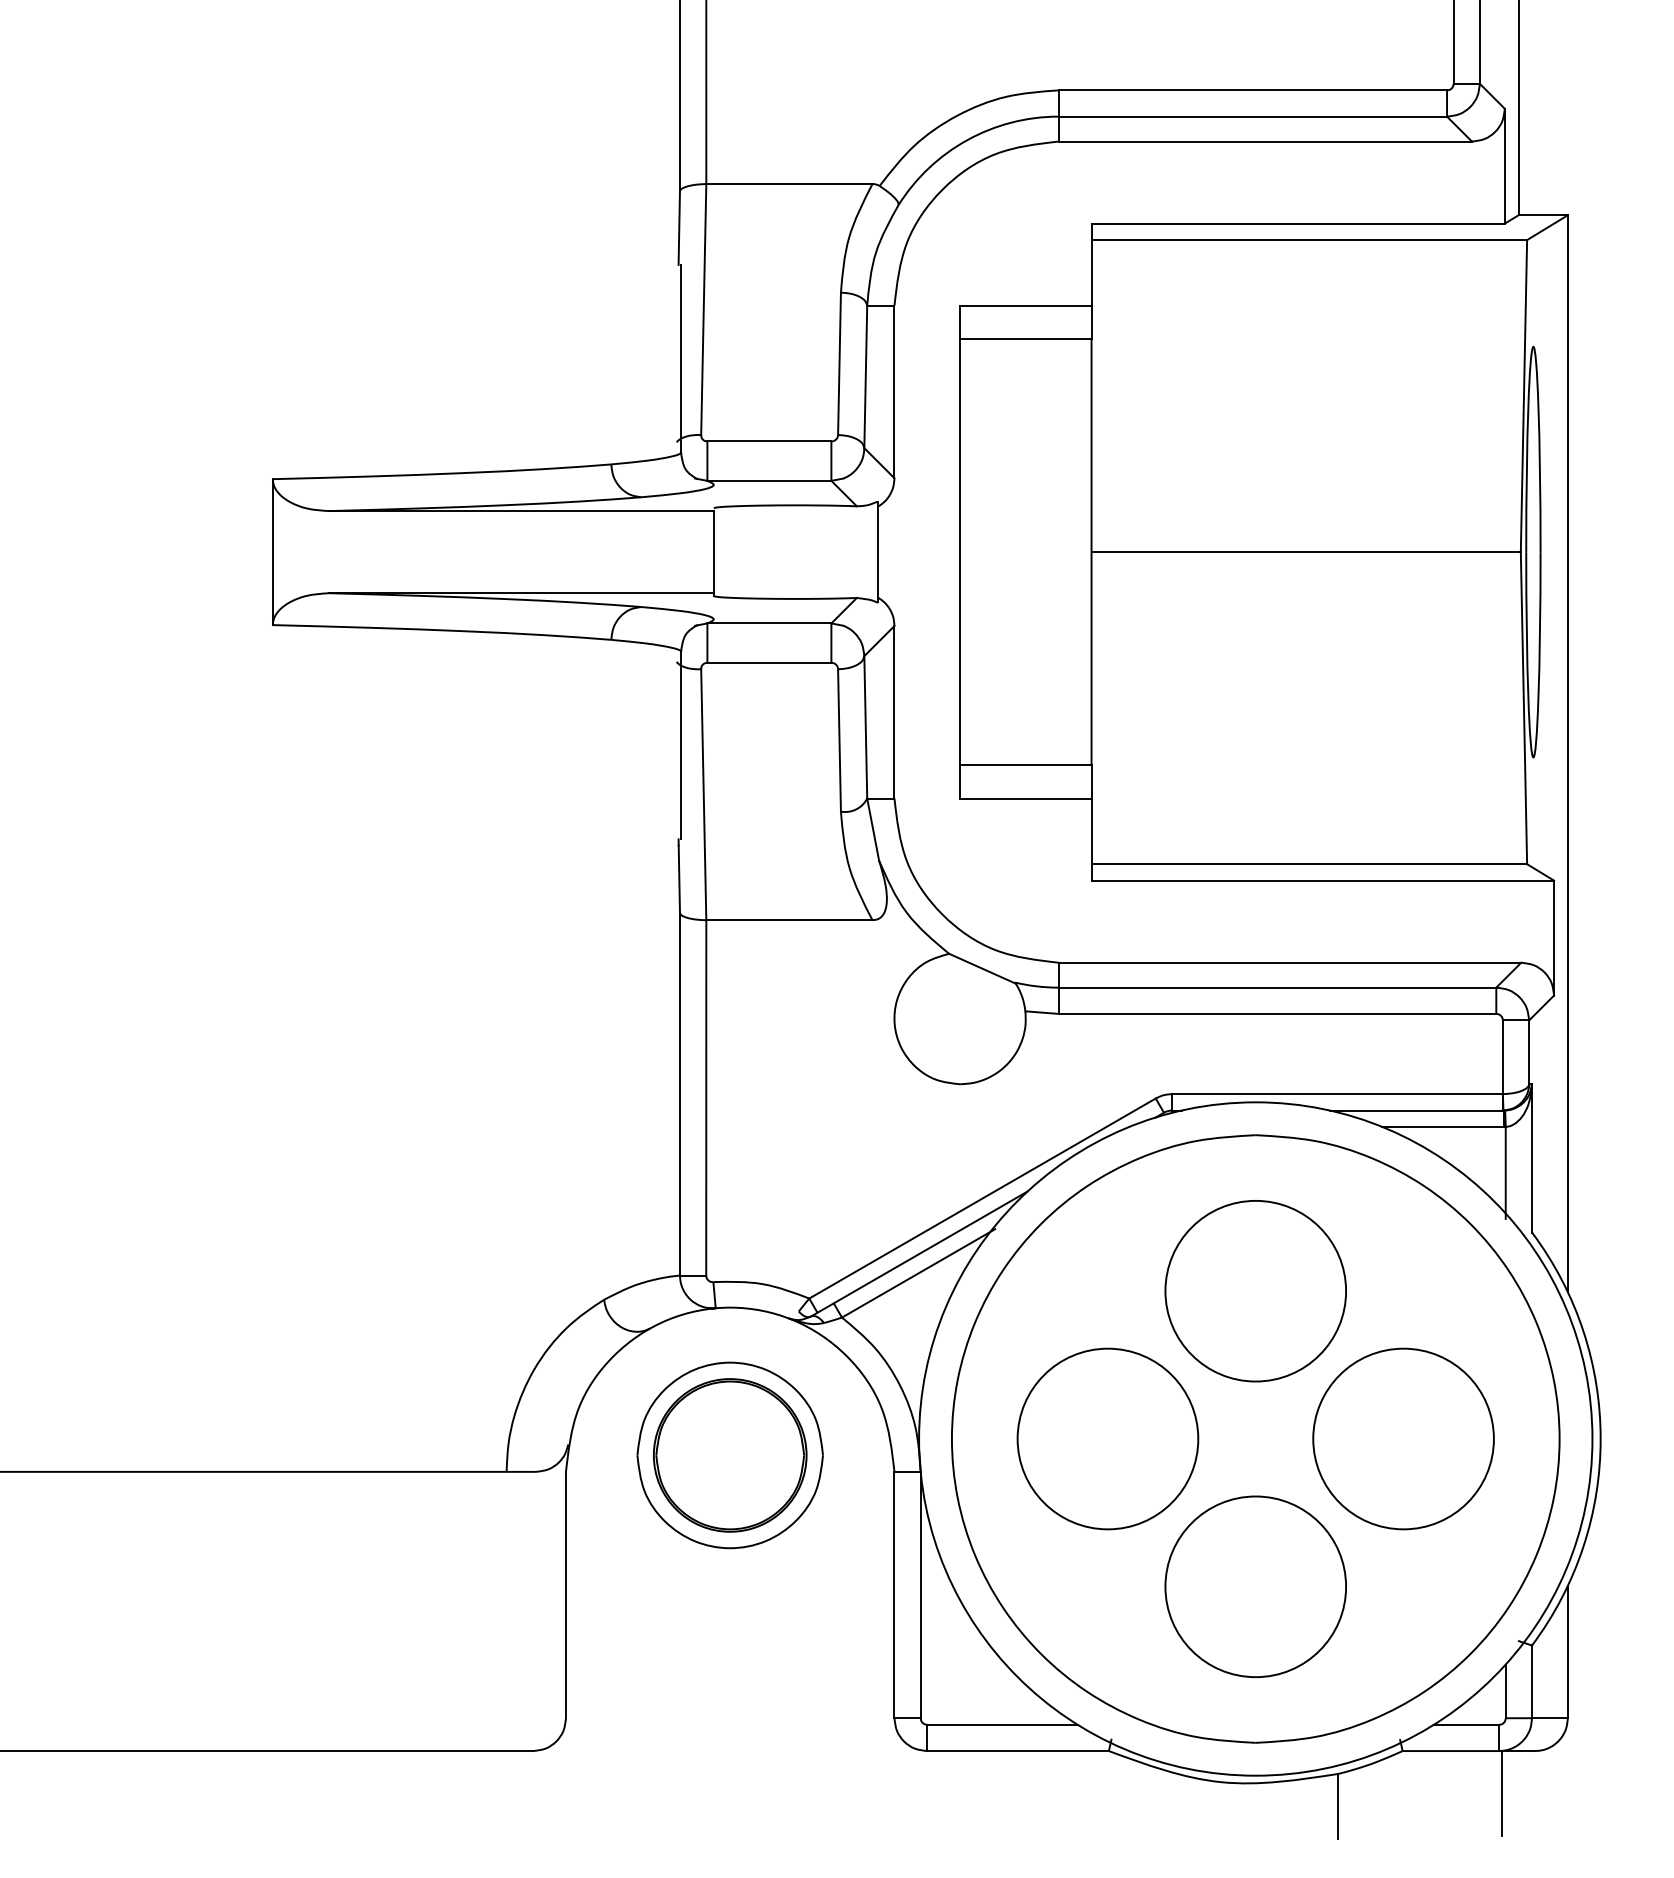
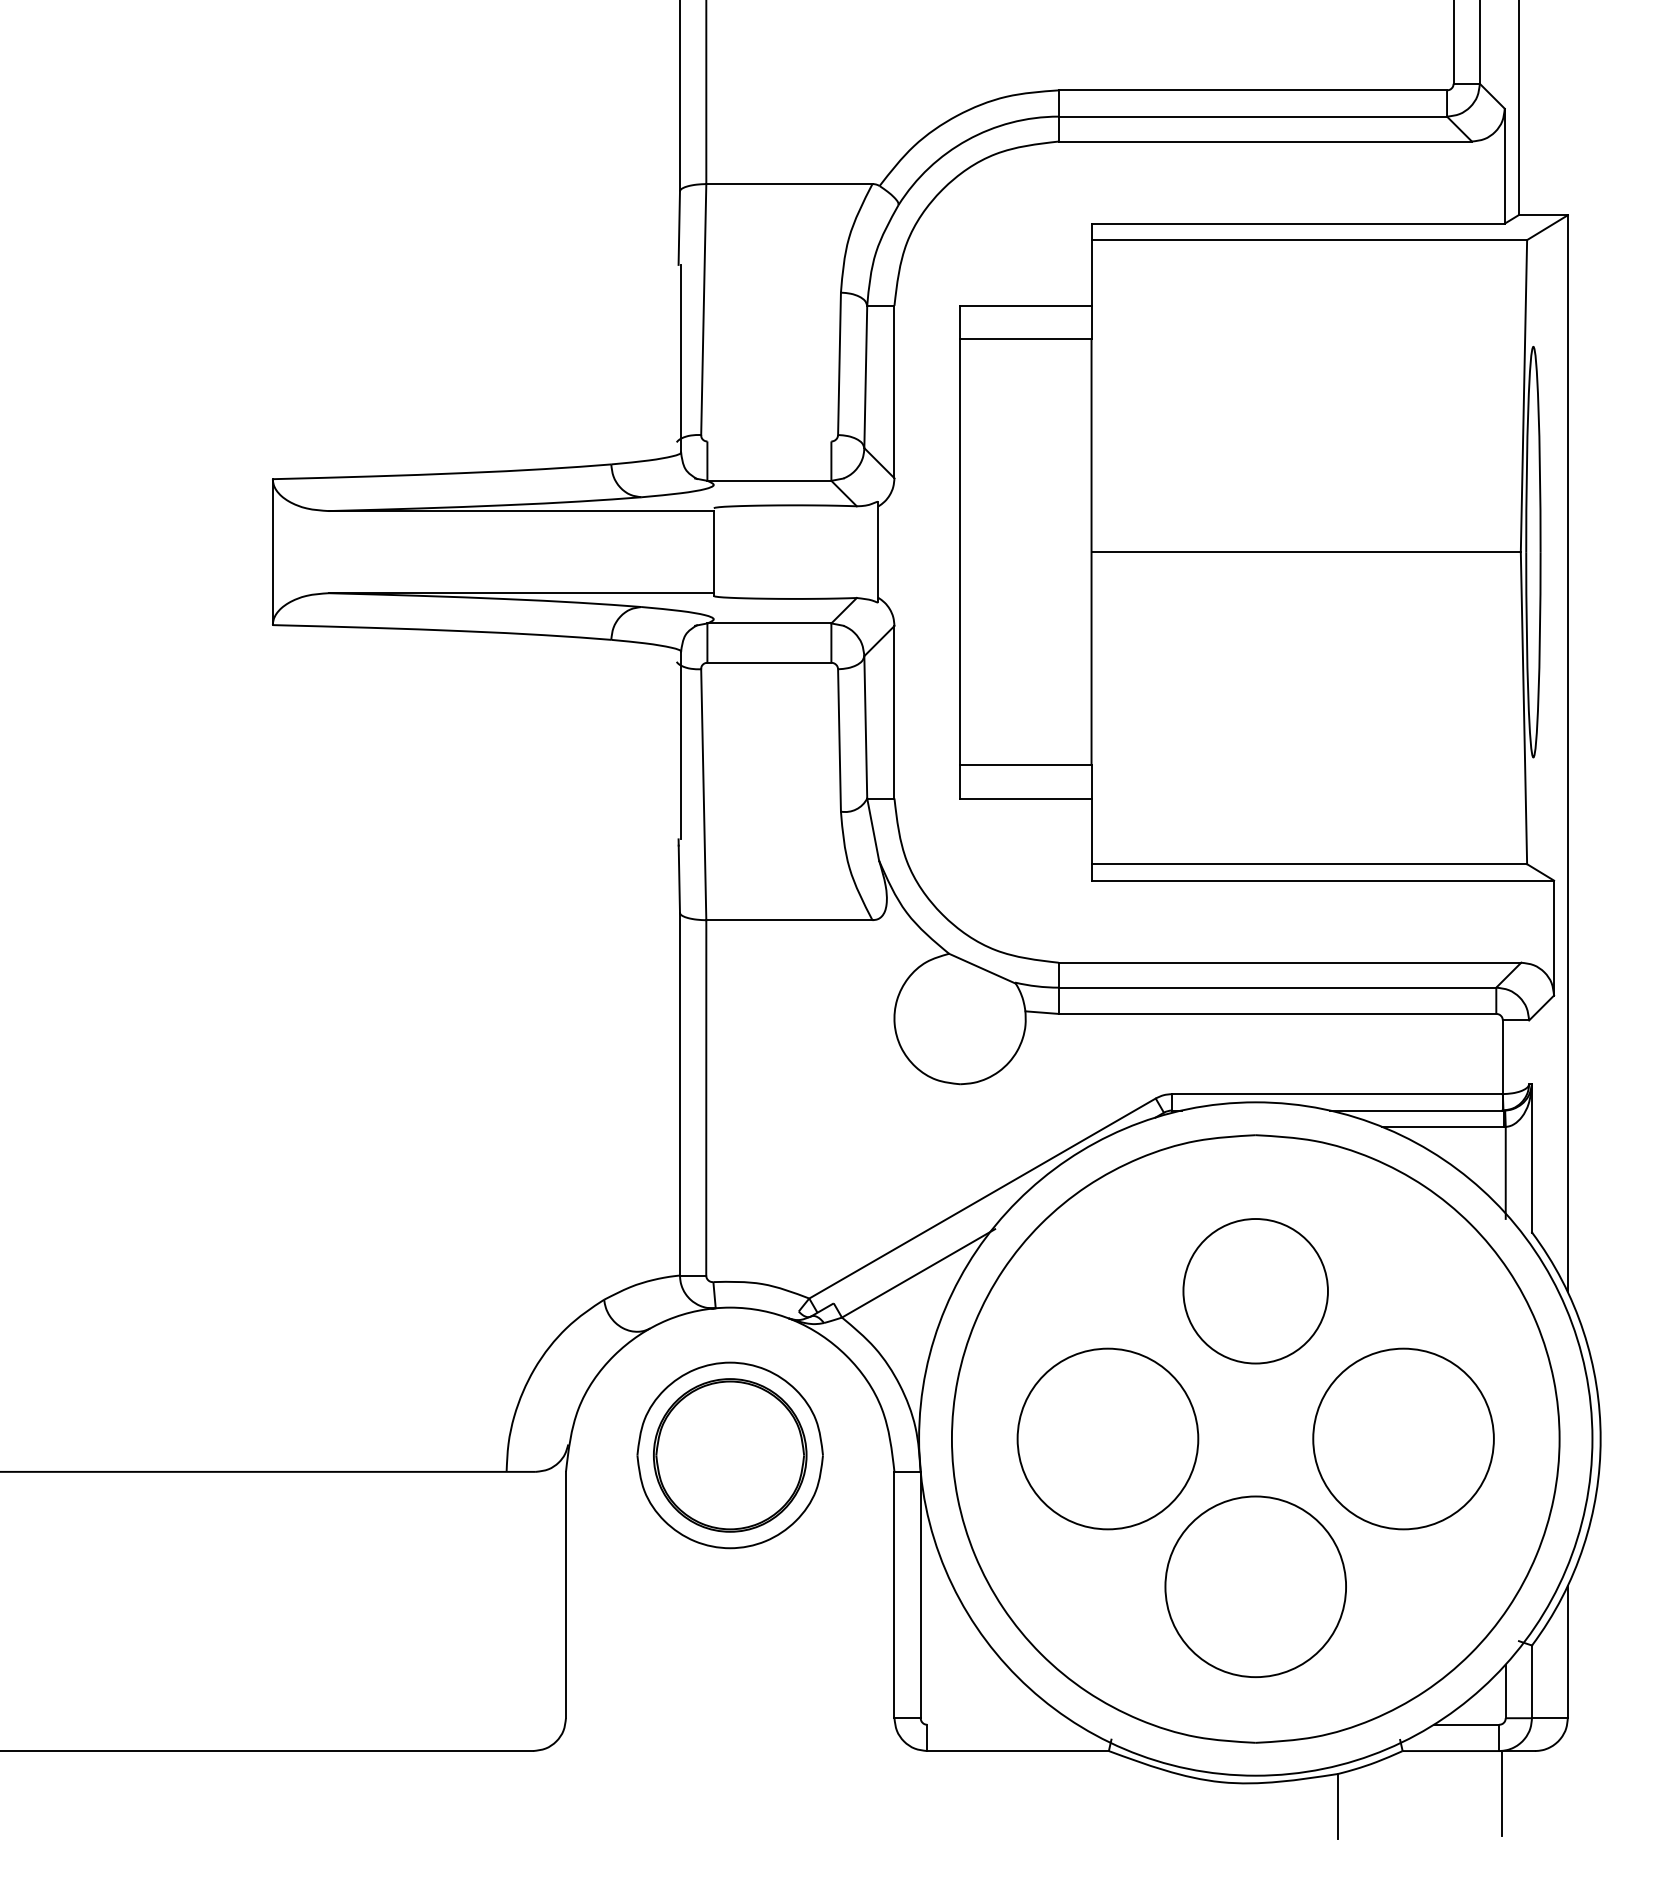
line at (769, 441): present -> none
line at (1529, 1052): present -> none
line at (930, 1247): present -> none
circle at (1255, 1291) size: 183x183 px -> 147x147 px
line at (1002, 1724): present -> none
